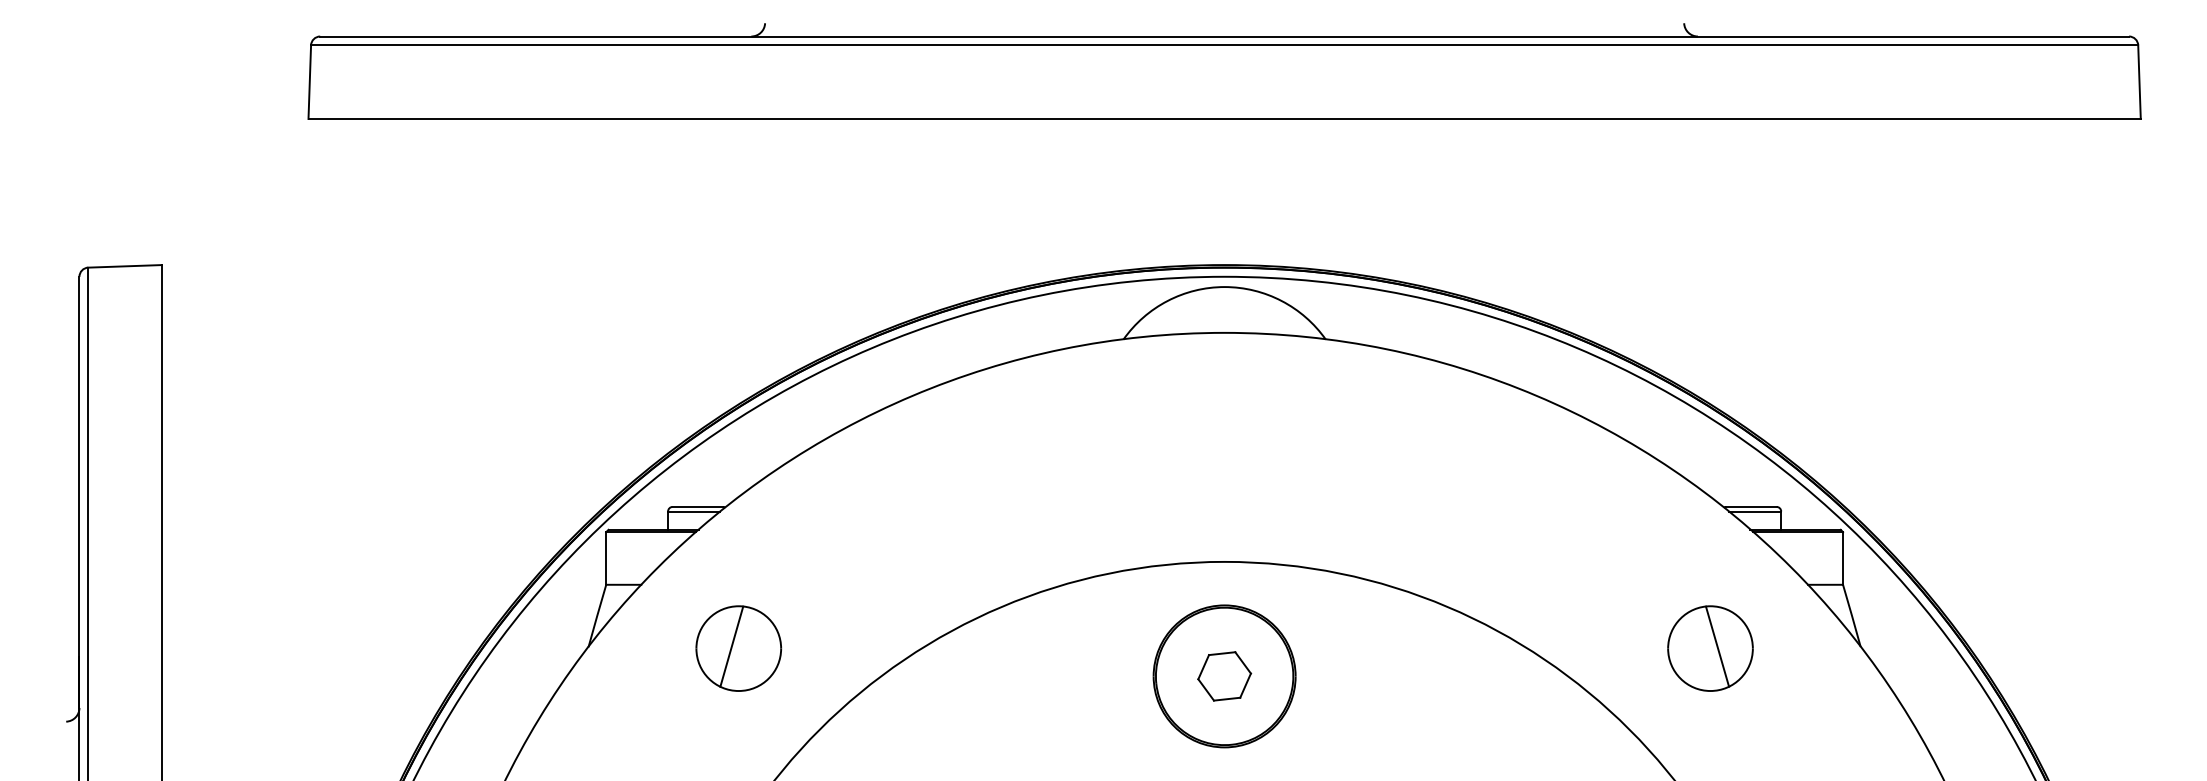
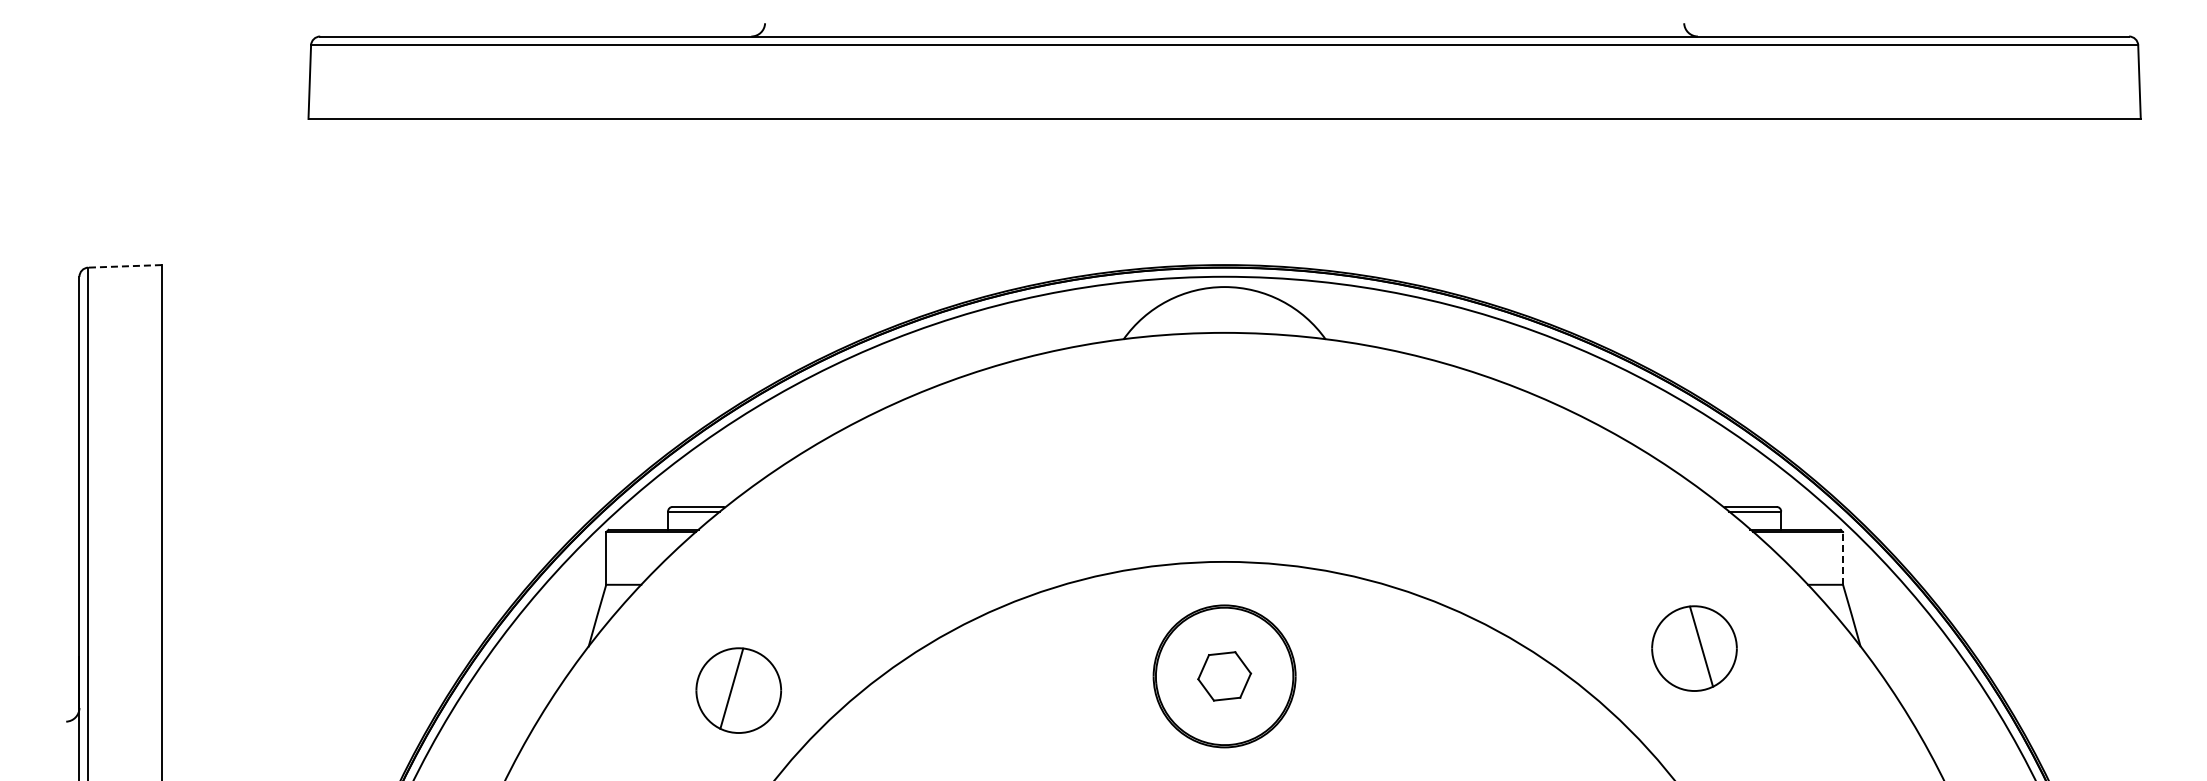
line at (125, 266): solid -> dashed
line at (1843, 557): solid -> dashed
part at (738, 648) position: (738, 648) -> (738, 690)
part at (1710, 648) position: (1710, 648) -> (1694, 648)
